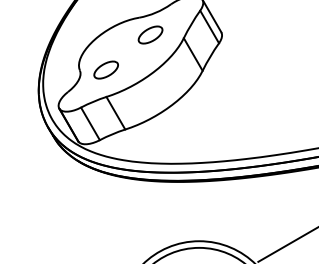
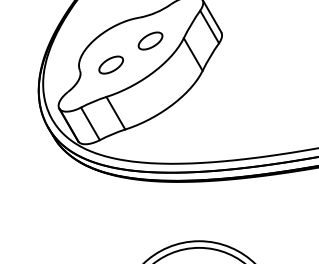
part at (150, 34) position: (150, 34) -> (150, 40)
part at (105, 69) position: (105, 69) -> (110, 64)
line at (287, 244): present -> none
